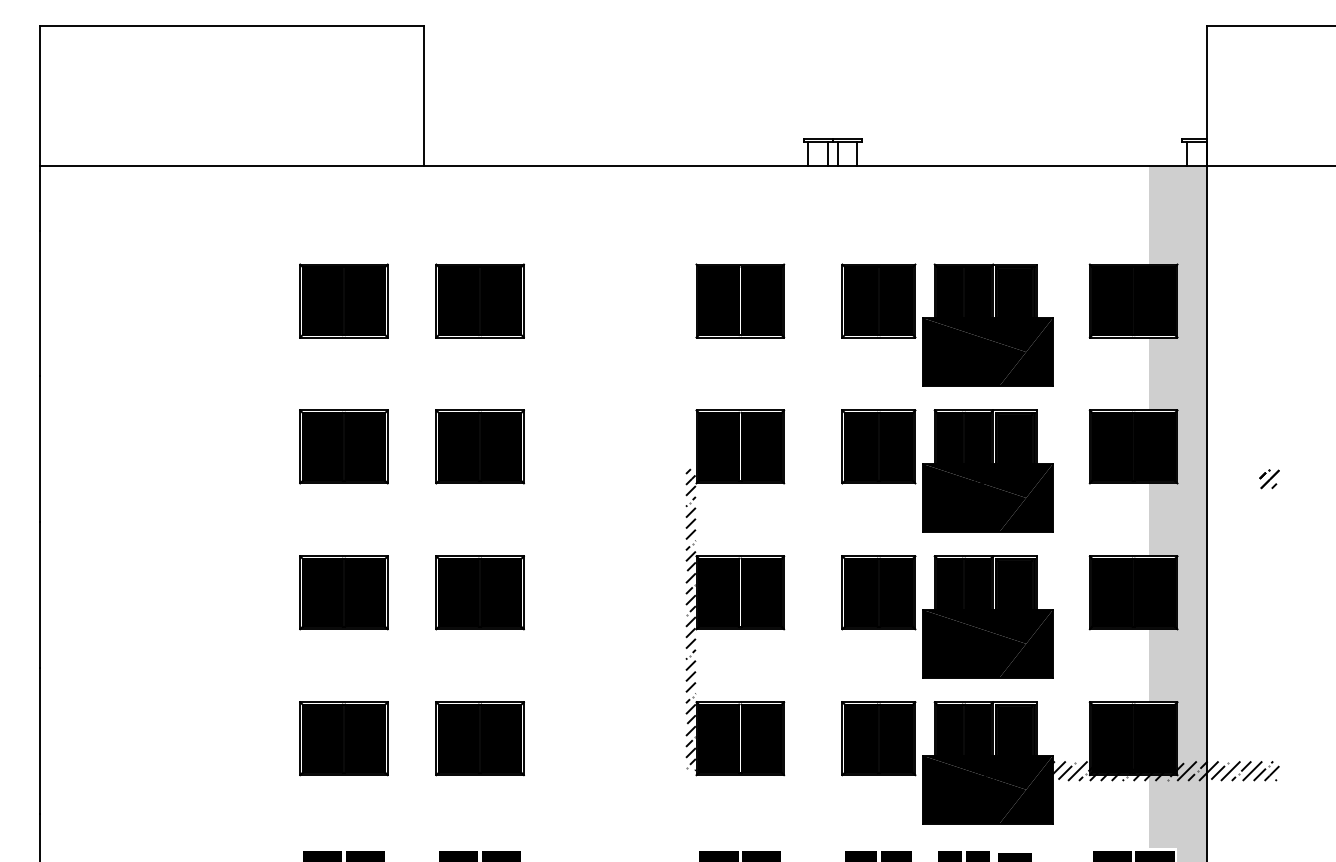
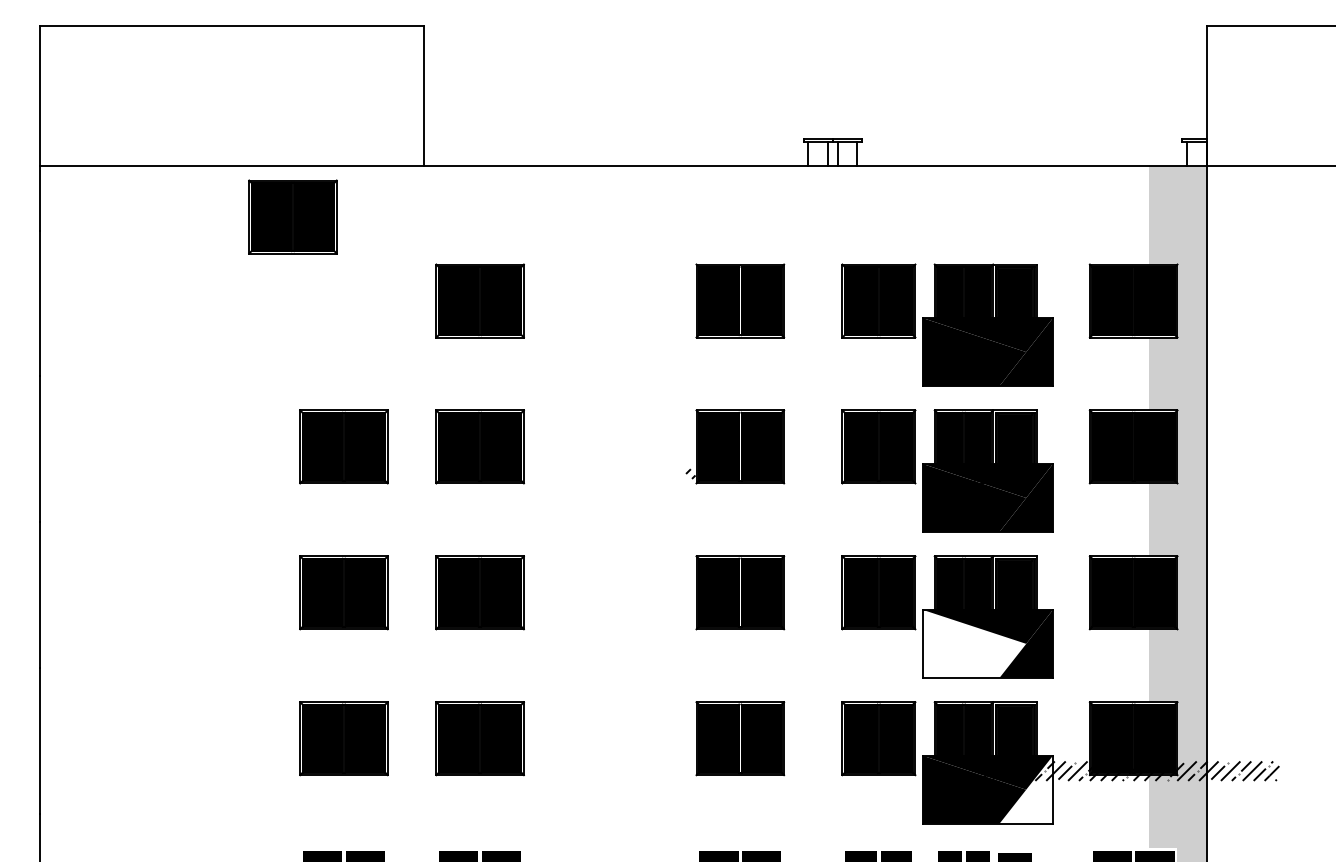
part at (343, 300) position: (343, 300) -> (292, 216)
part at (1269, 479): present -> none
hatch at (690, 624): present -> none
fill at (974, 643): present -> none
fill at (1025, 789): present -> none
